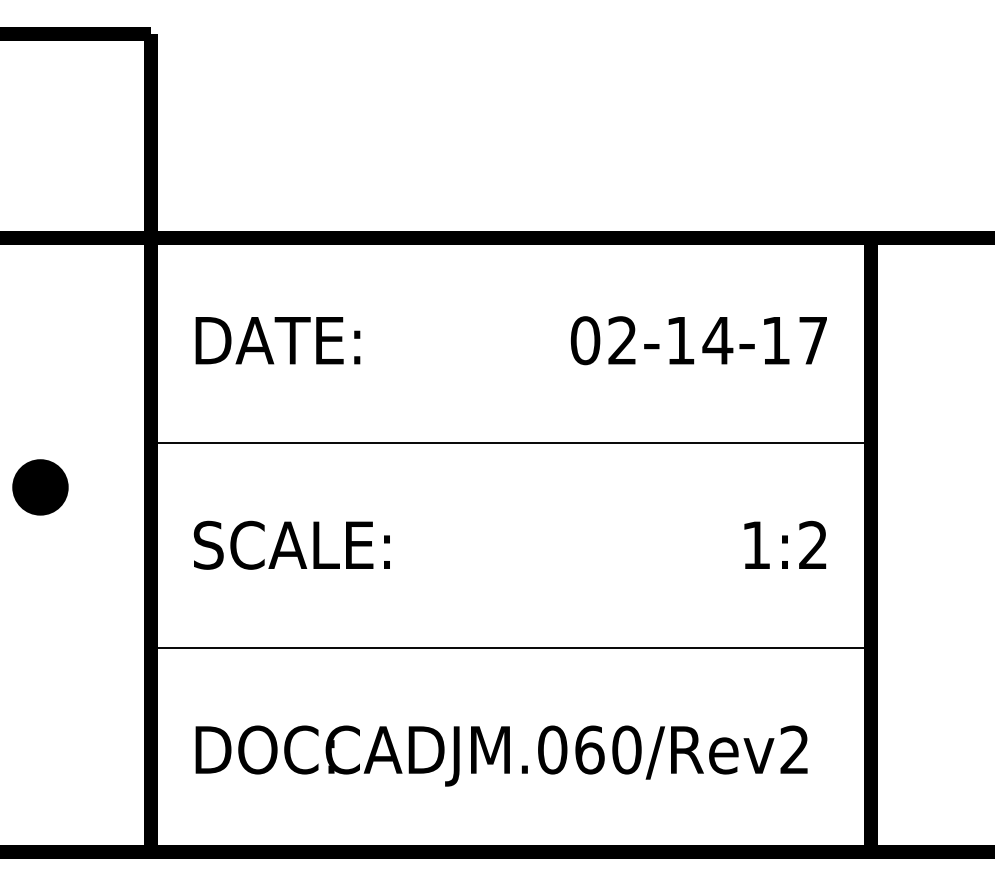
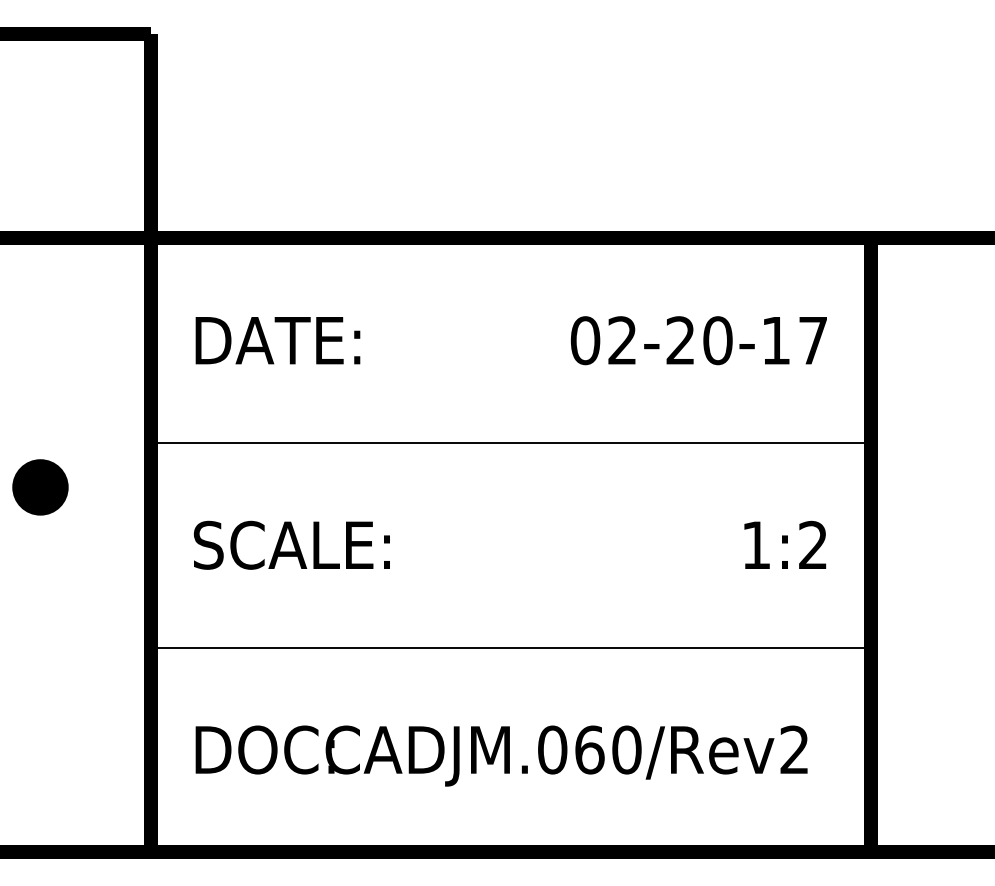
text at (699, 340): 02-14-17 -> 02-20-17
